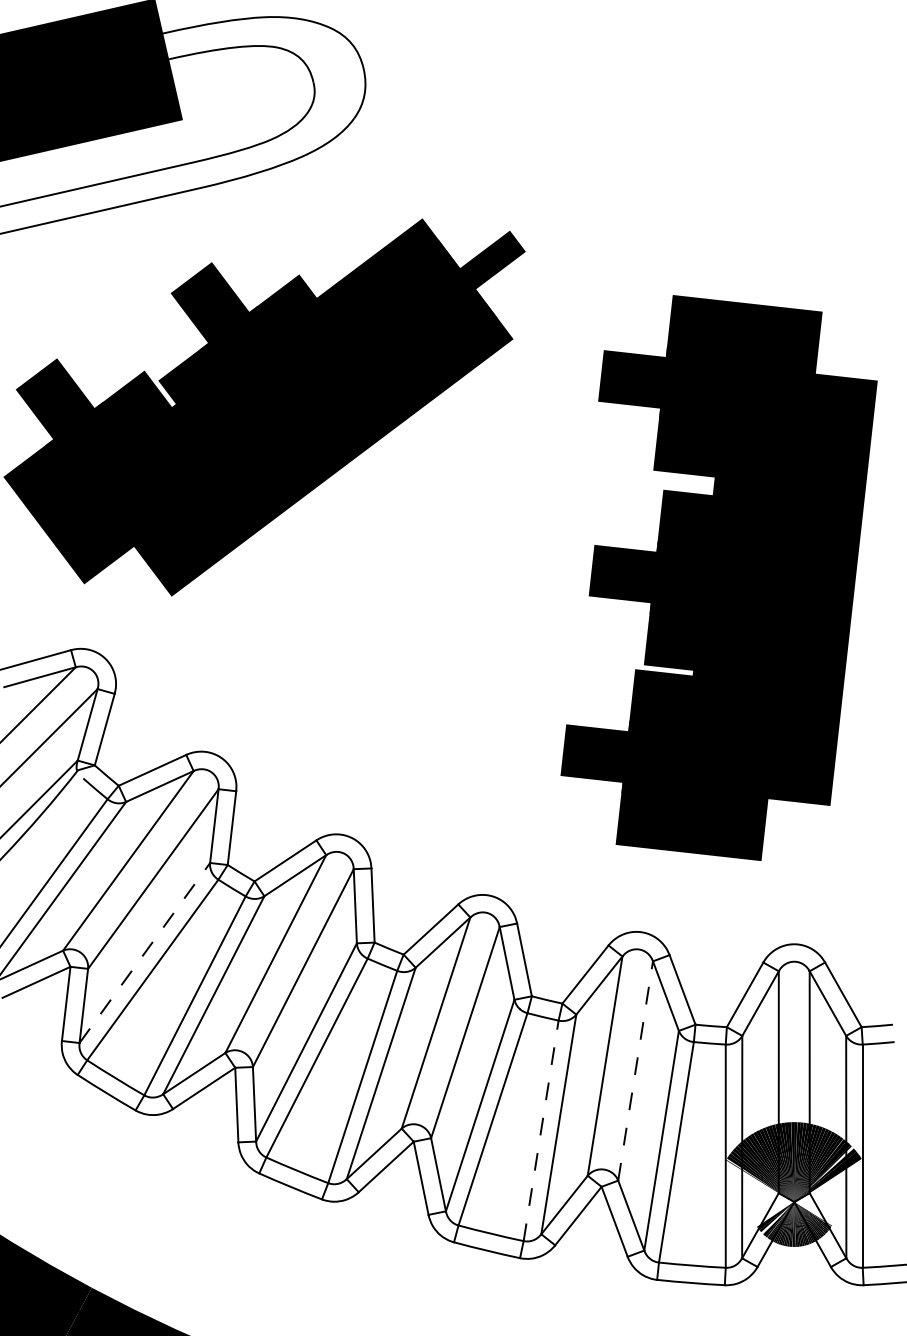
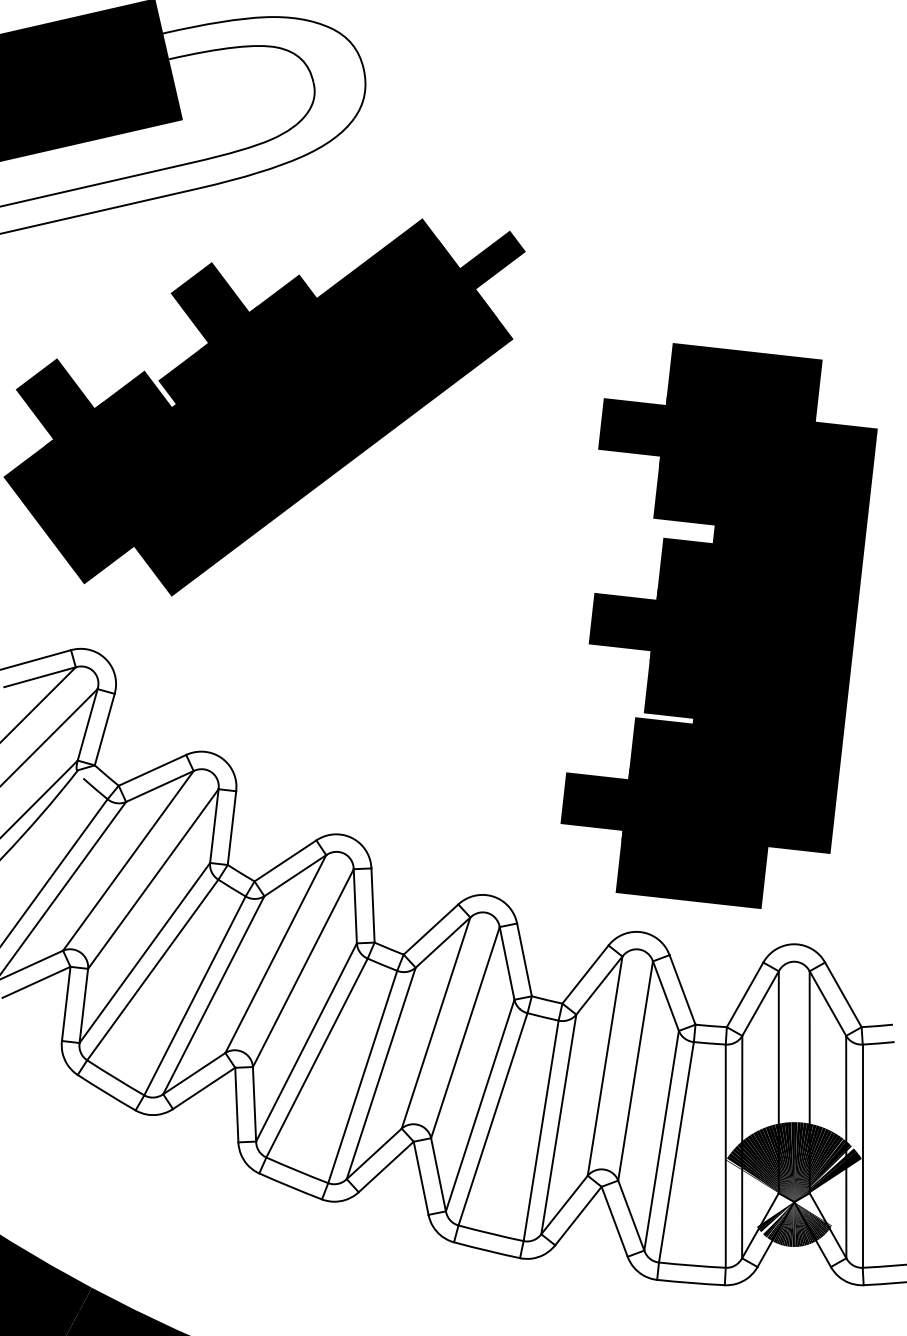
part at (718, 577) position: (718, 577) -> (718, 625)
line at (145, 952): dashed -> solid
line at (635, 1070): dashed -> solid
line at (541, 1130): dashed -> solid
